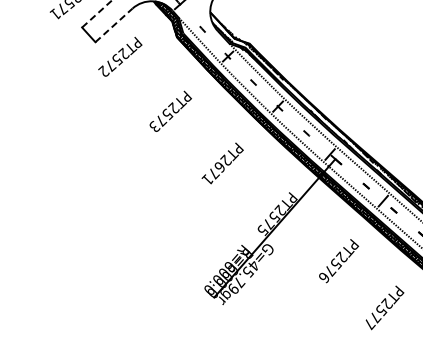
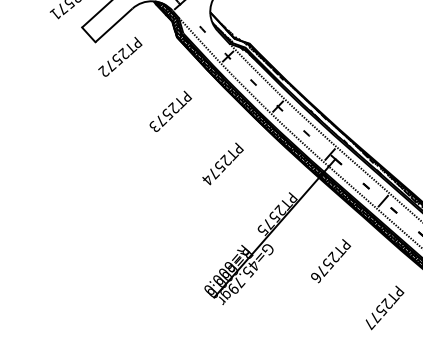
line at (97, 13): dashed -> solid
line at (114, 25): dashed -> solid
text at (213, 173): PT2671 -> PT2574
text at (339, 261) position: (339, 261) -> (331, 261)
